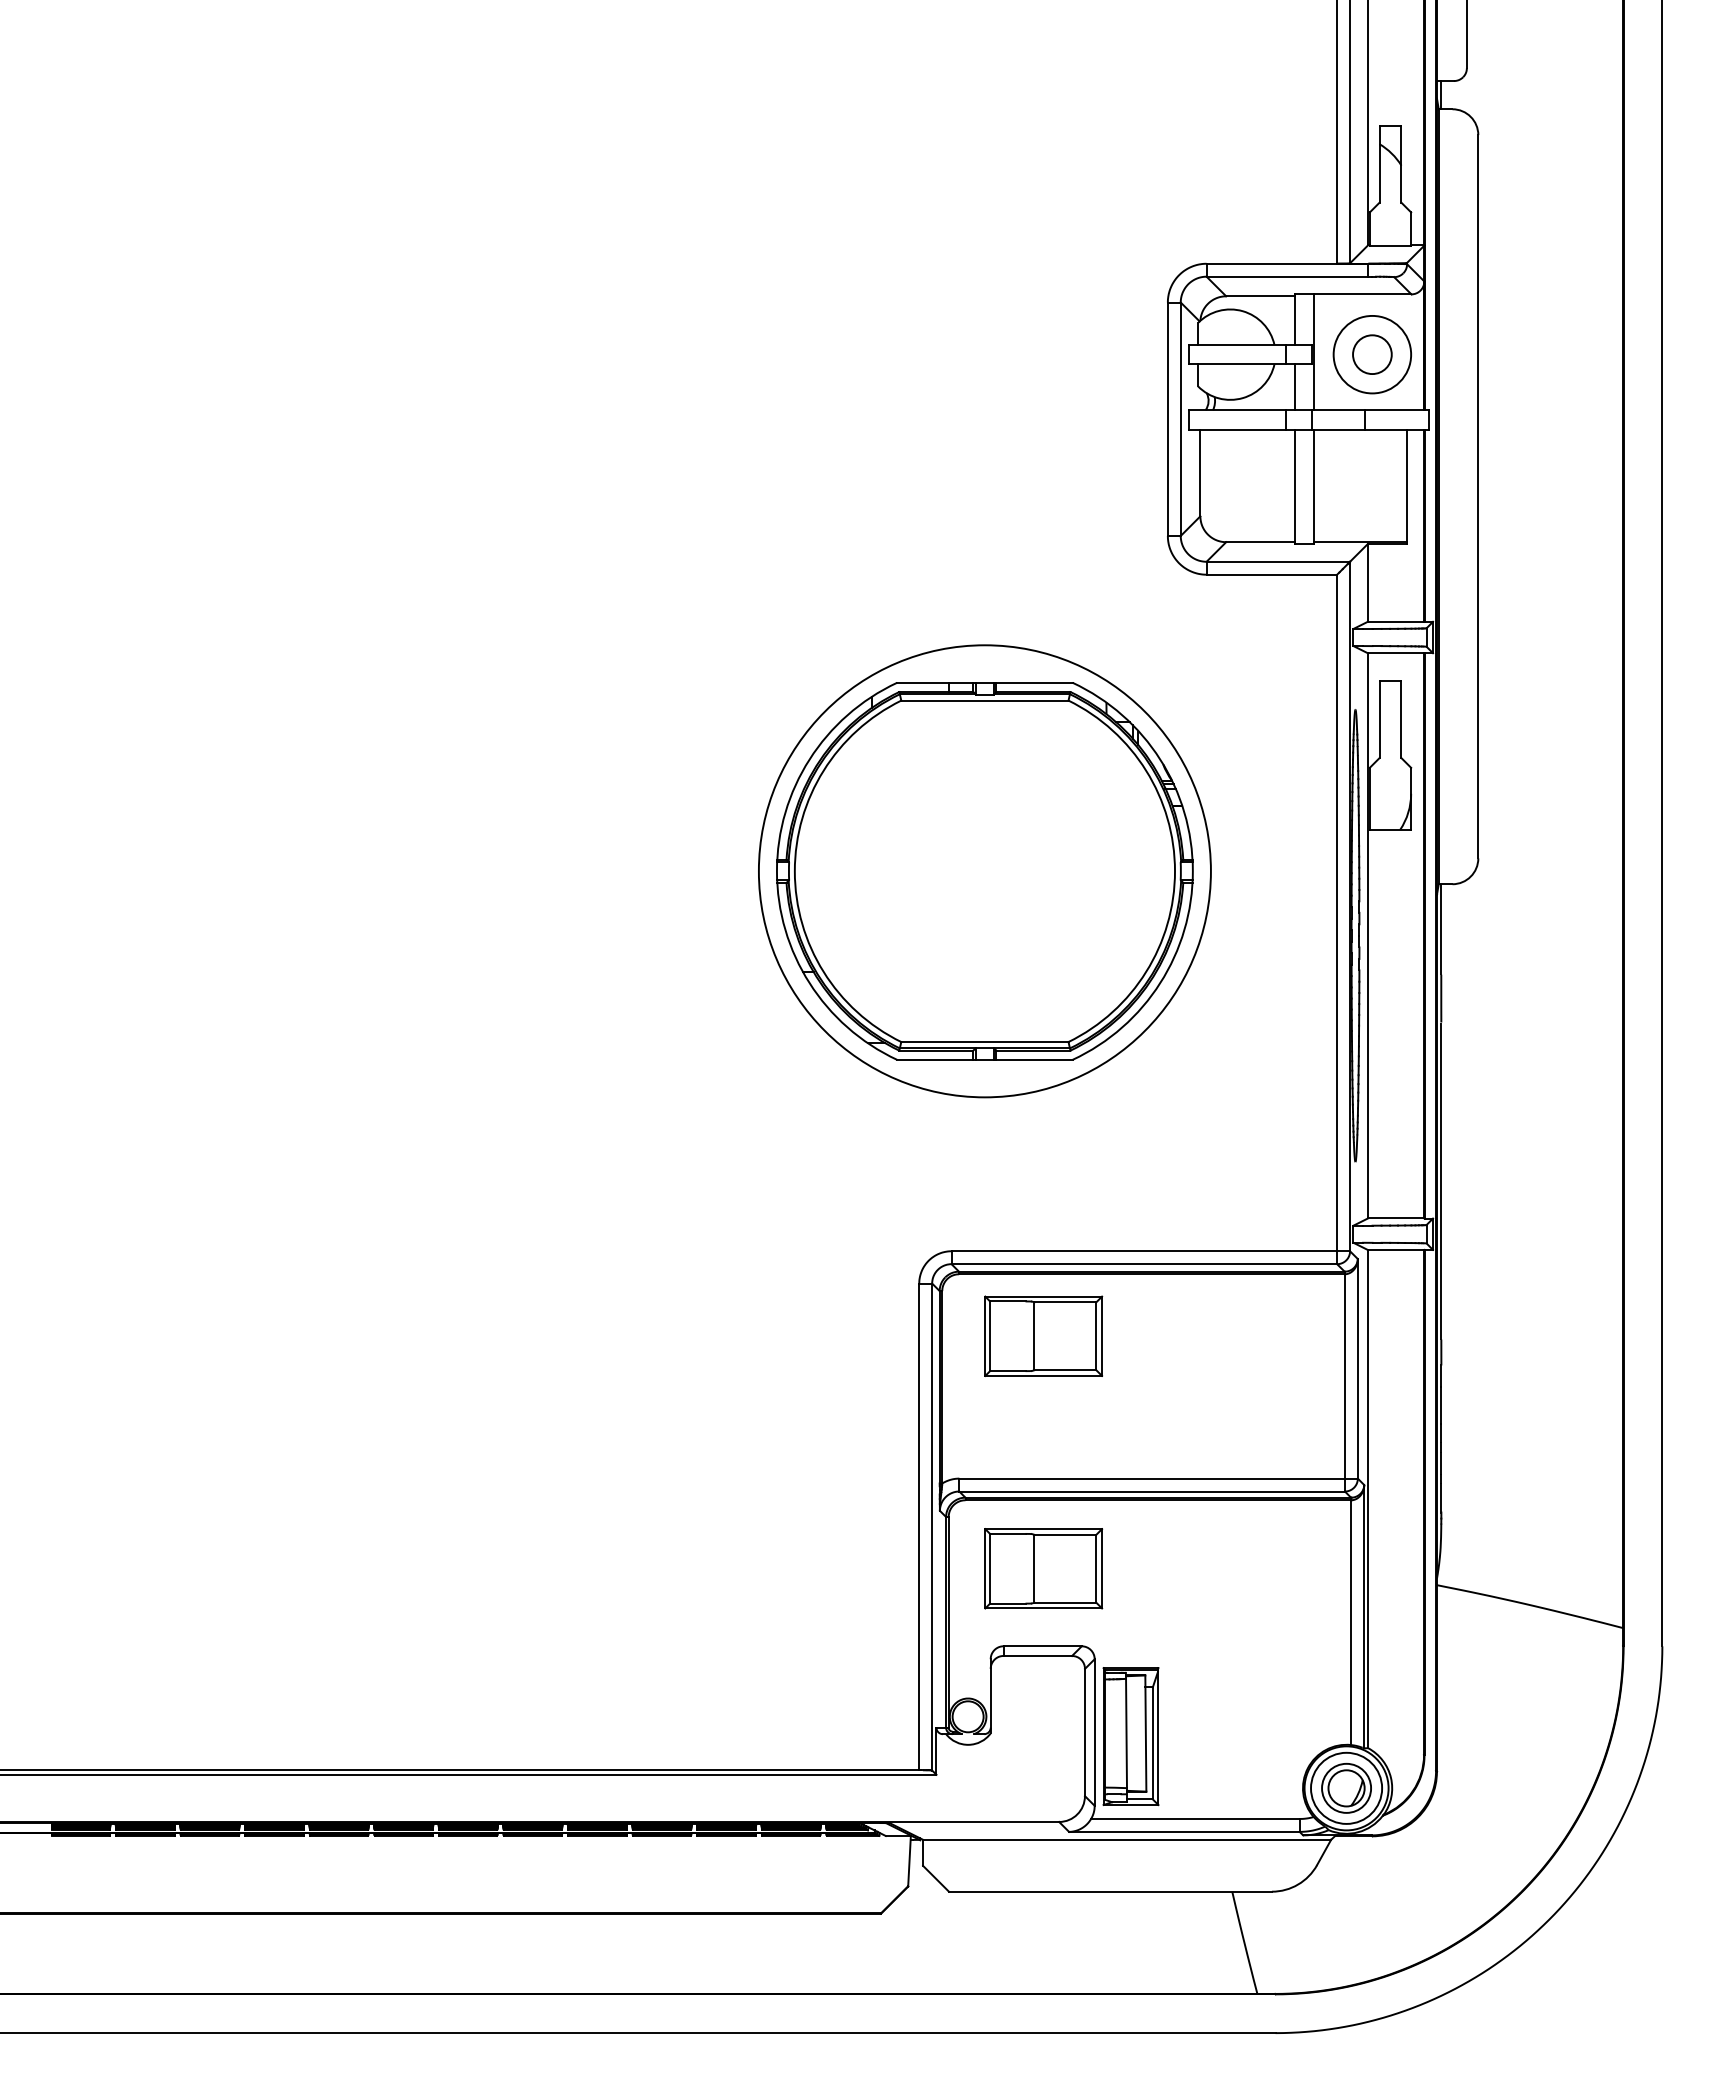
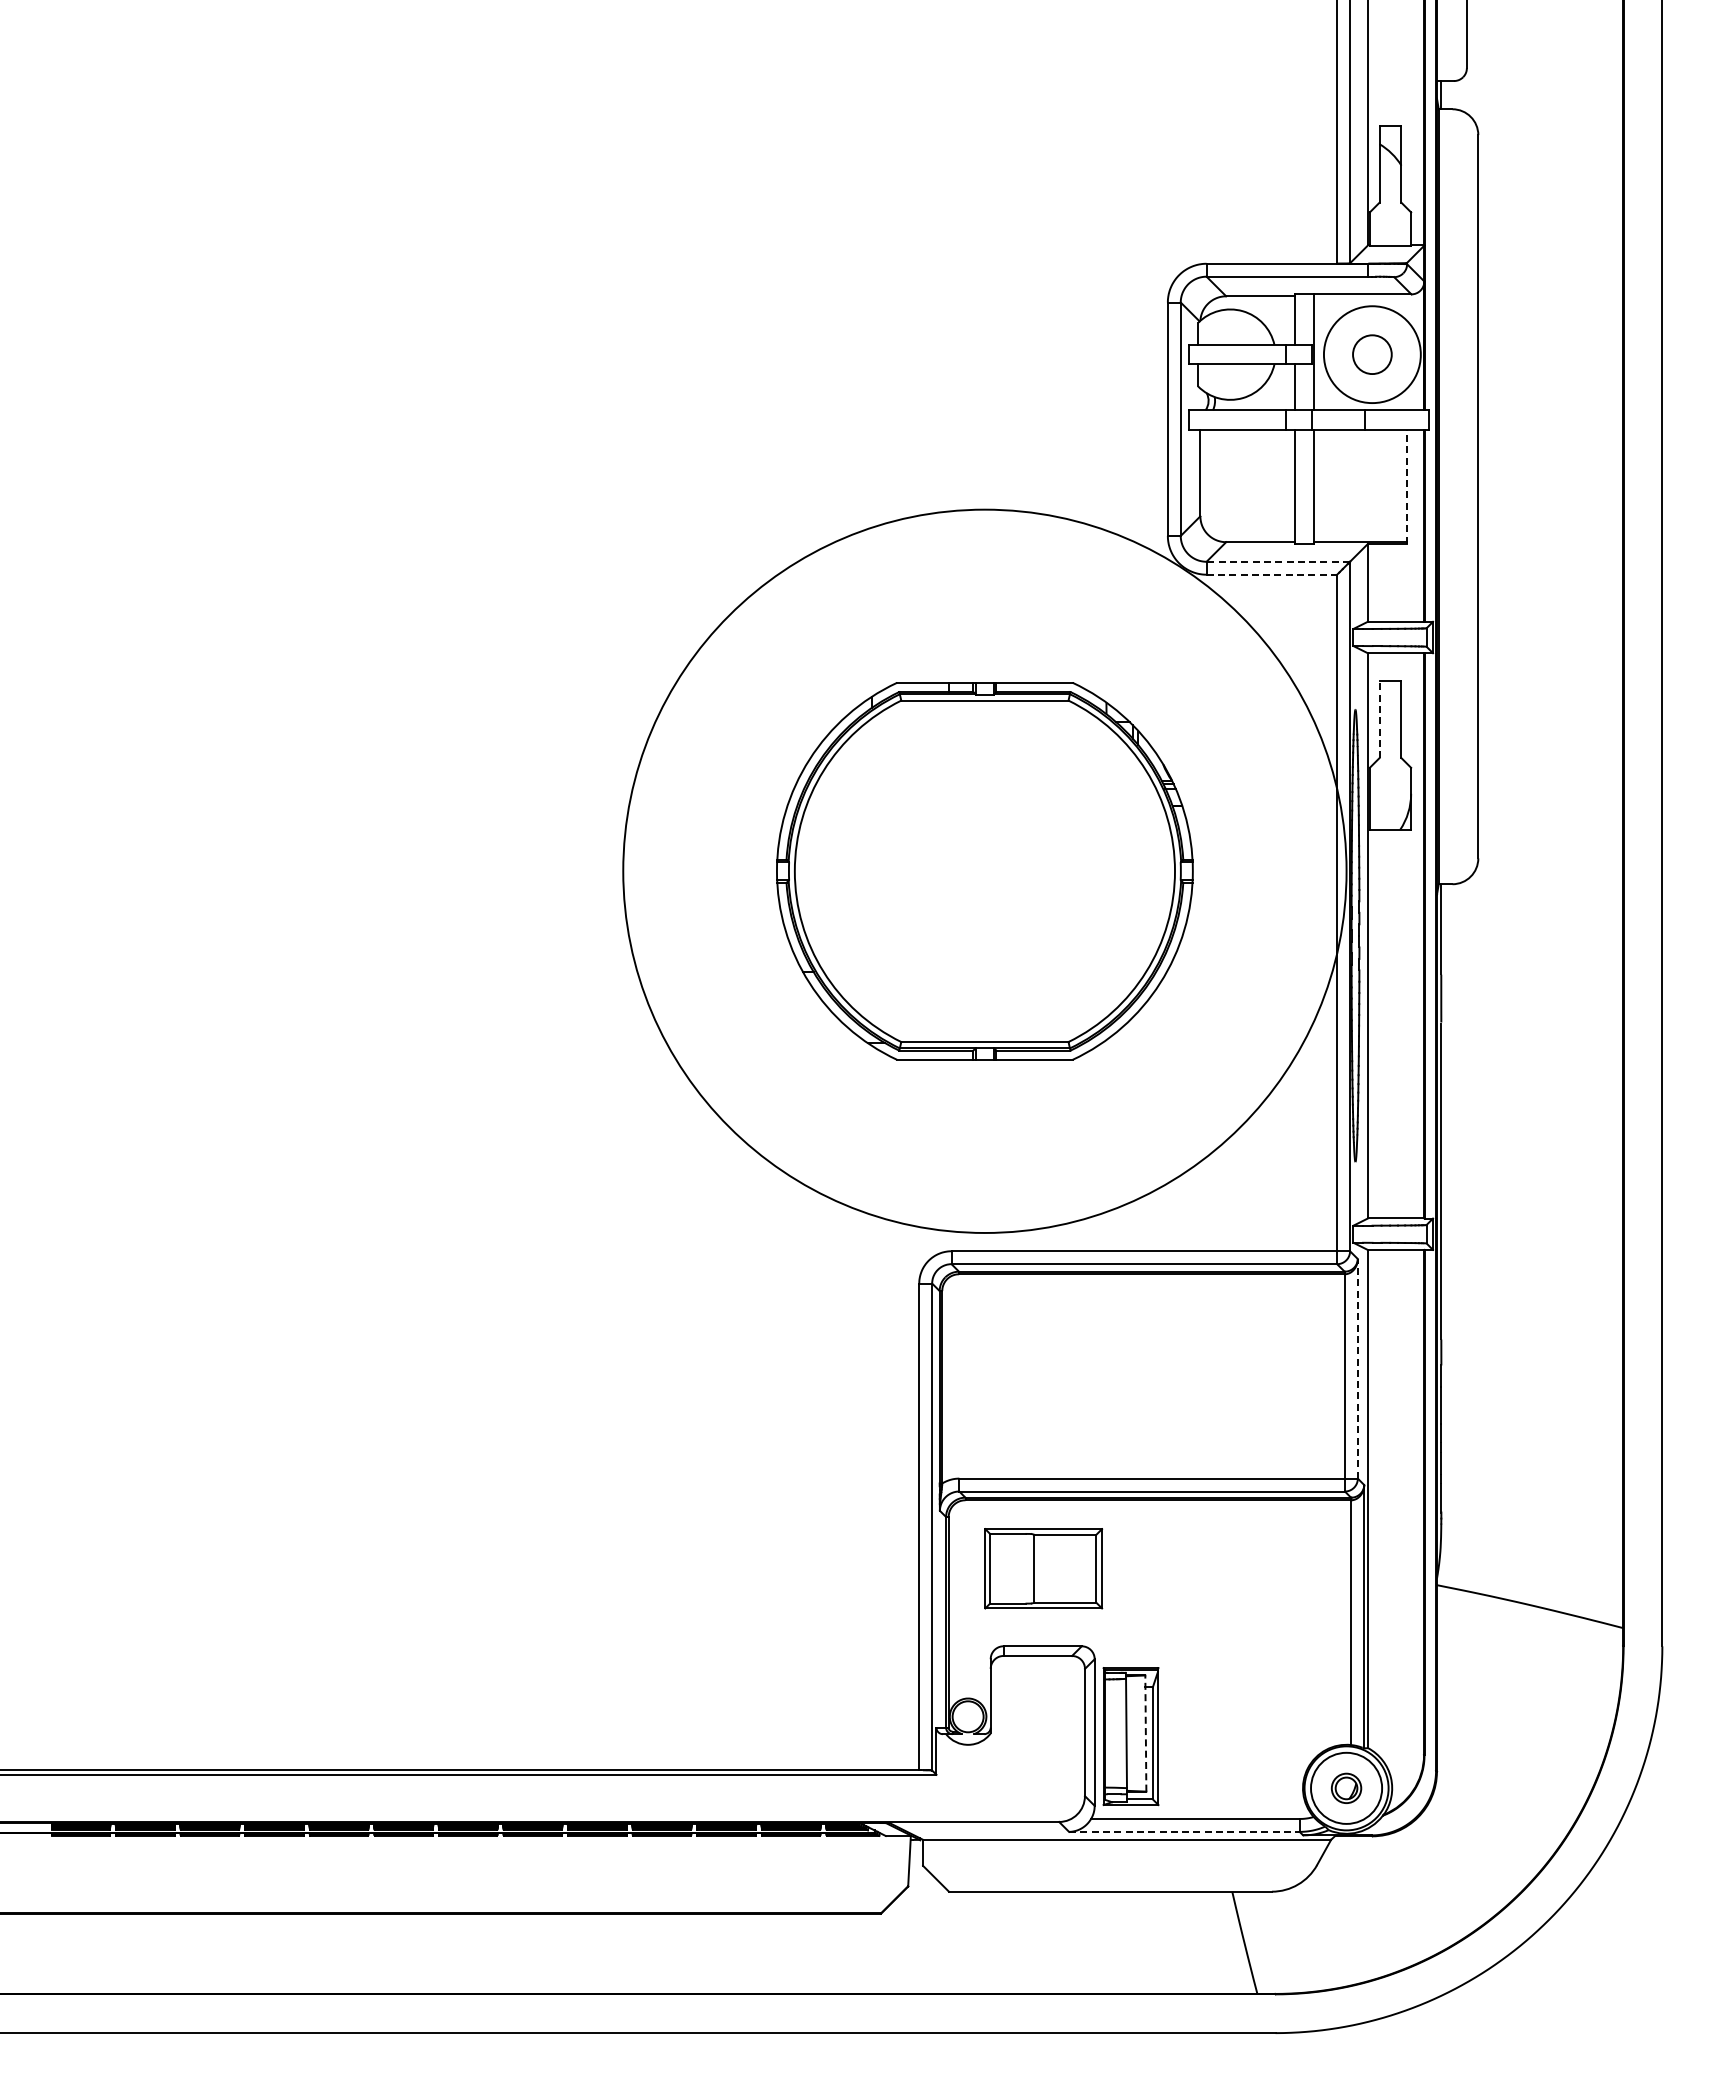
circle at (1372, 354) diameter: 77 px -> 97 px
line at (1407, 486): solid -> dashed
line at (1278, 561): solid -> dashed
line at (1272, 574): solid -> dashed
line at (1379, 719): solid -> dashed
circle at (984, 871) diameter: 452 px -> 723 px
part at (1043, 1335): present -> none
line at (1357, 1368): solid -> dashed
line at (1145, 1733): solid -> dashed
part at (1346, 1788) size: 51x51 px -> 33x32 px
line at (1184, 1831): solid -> dashed
